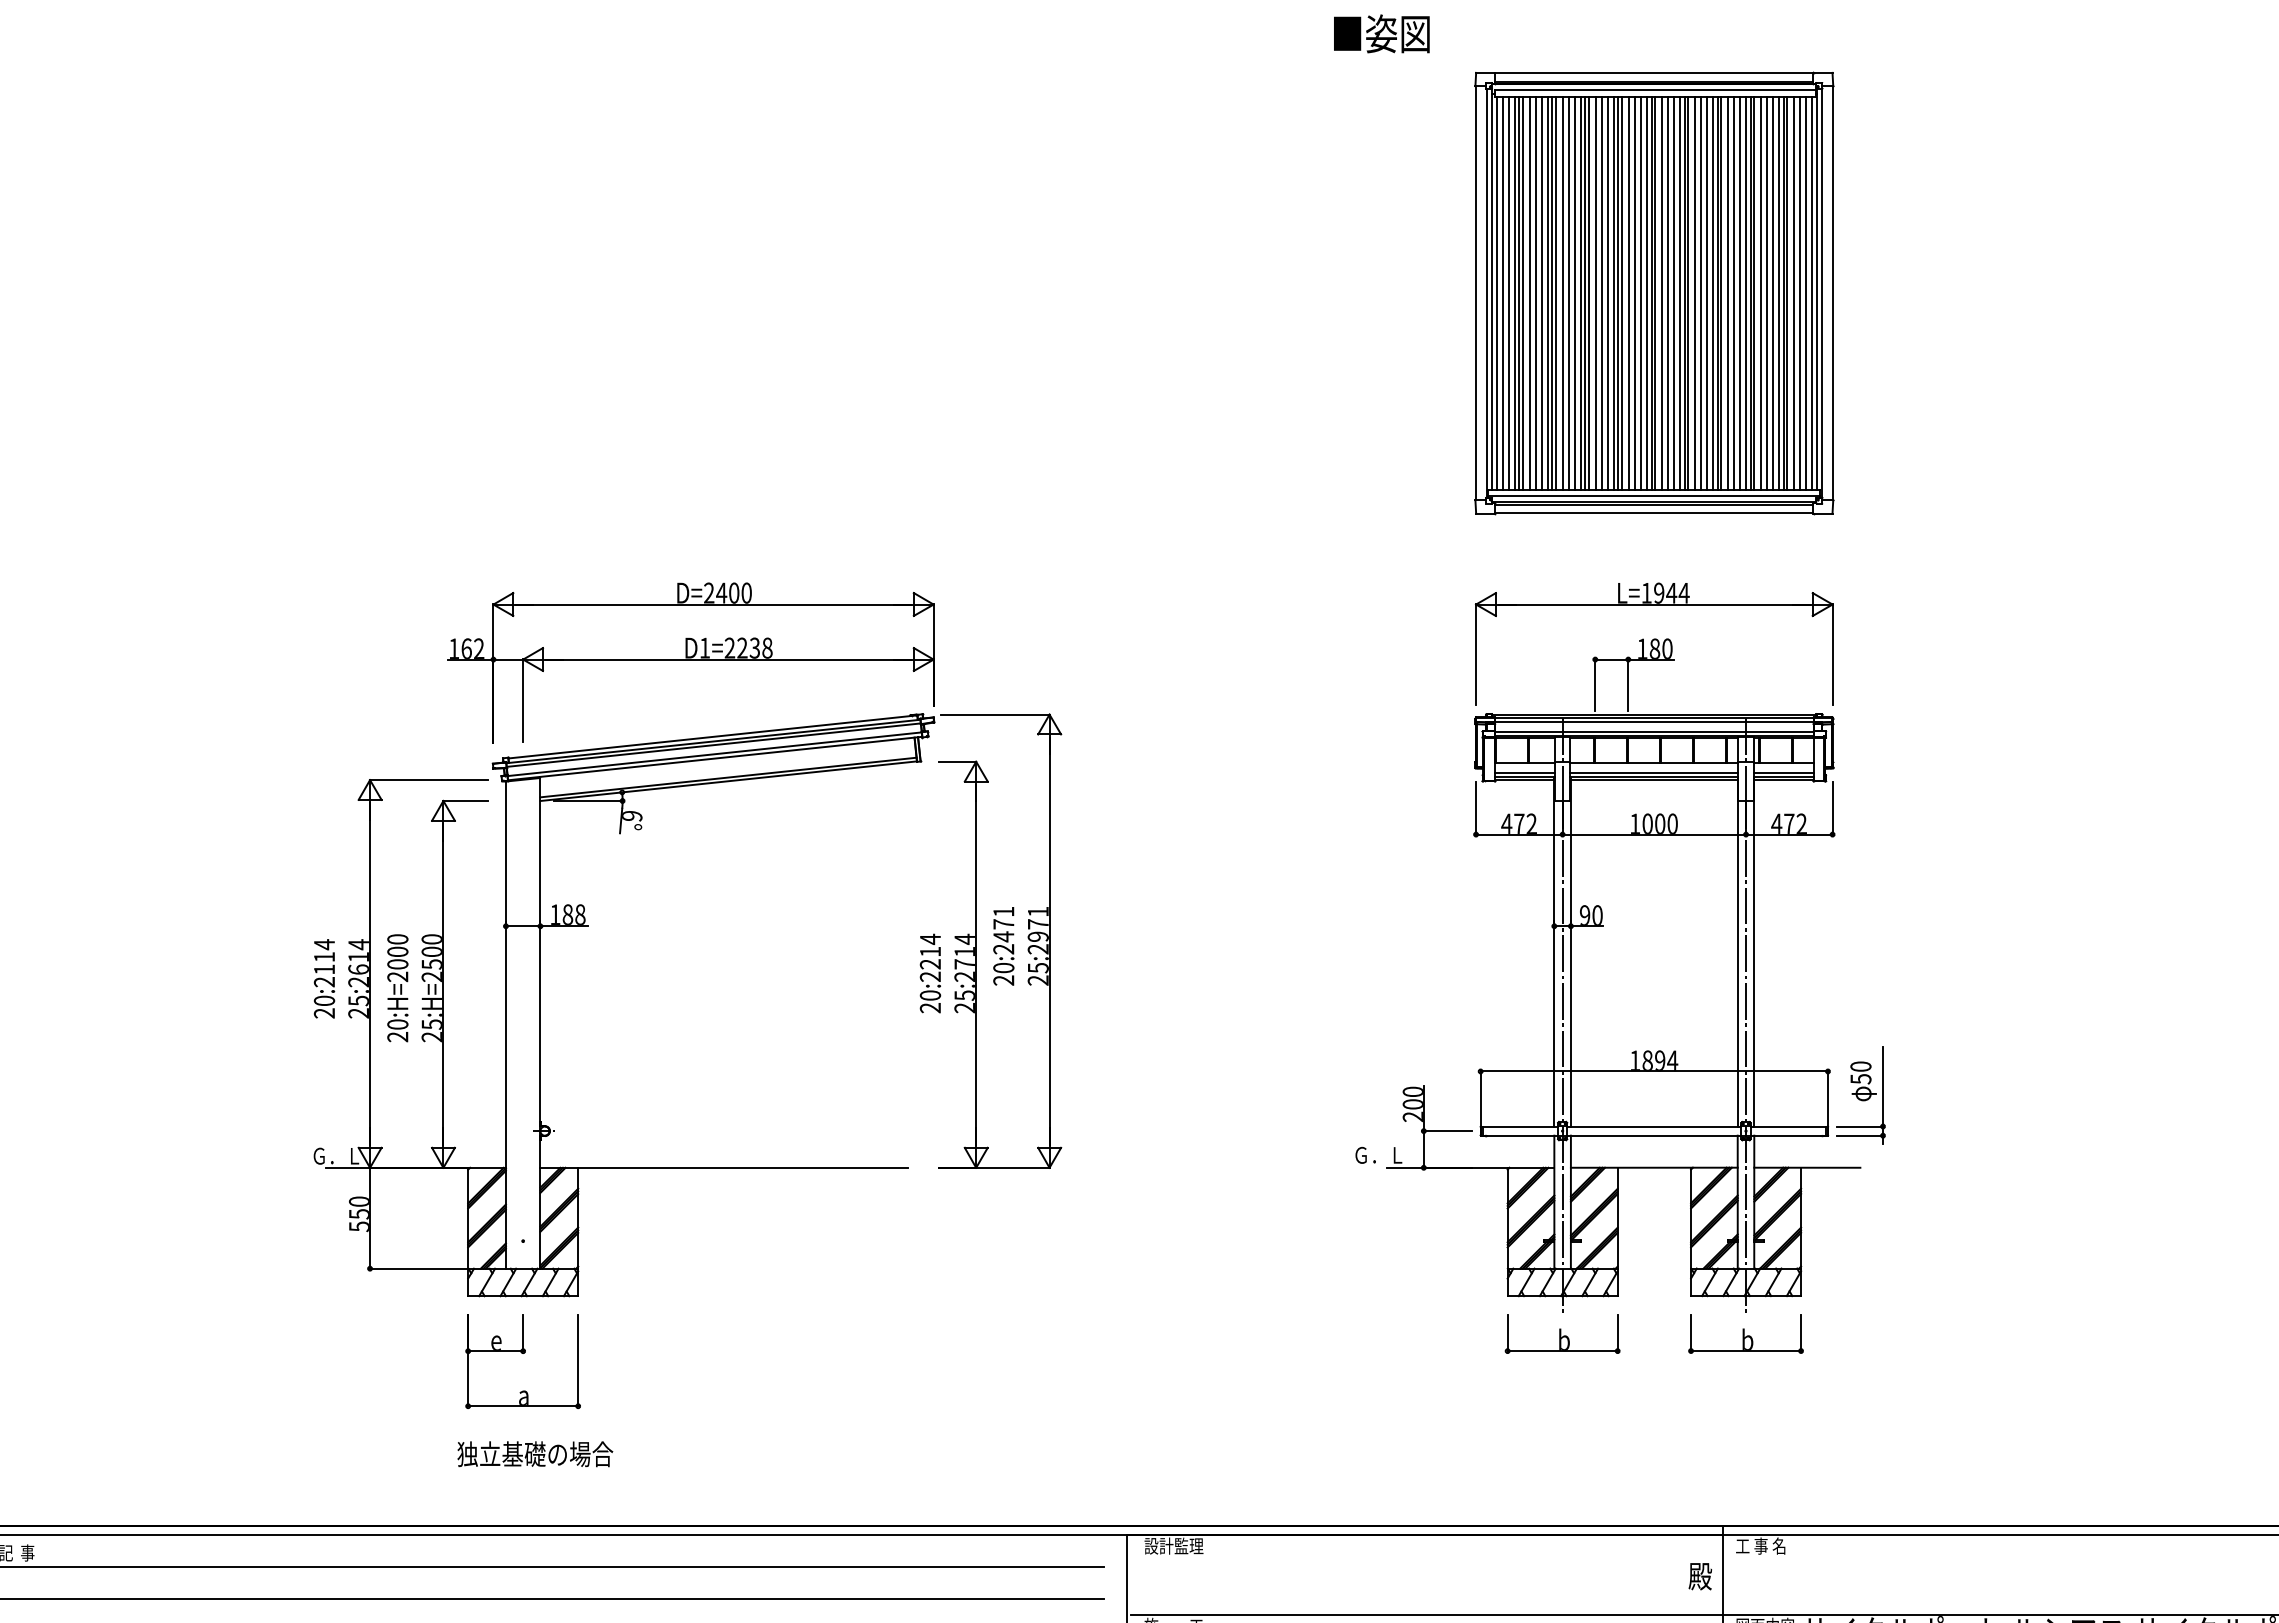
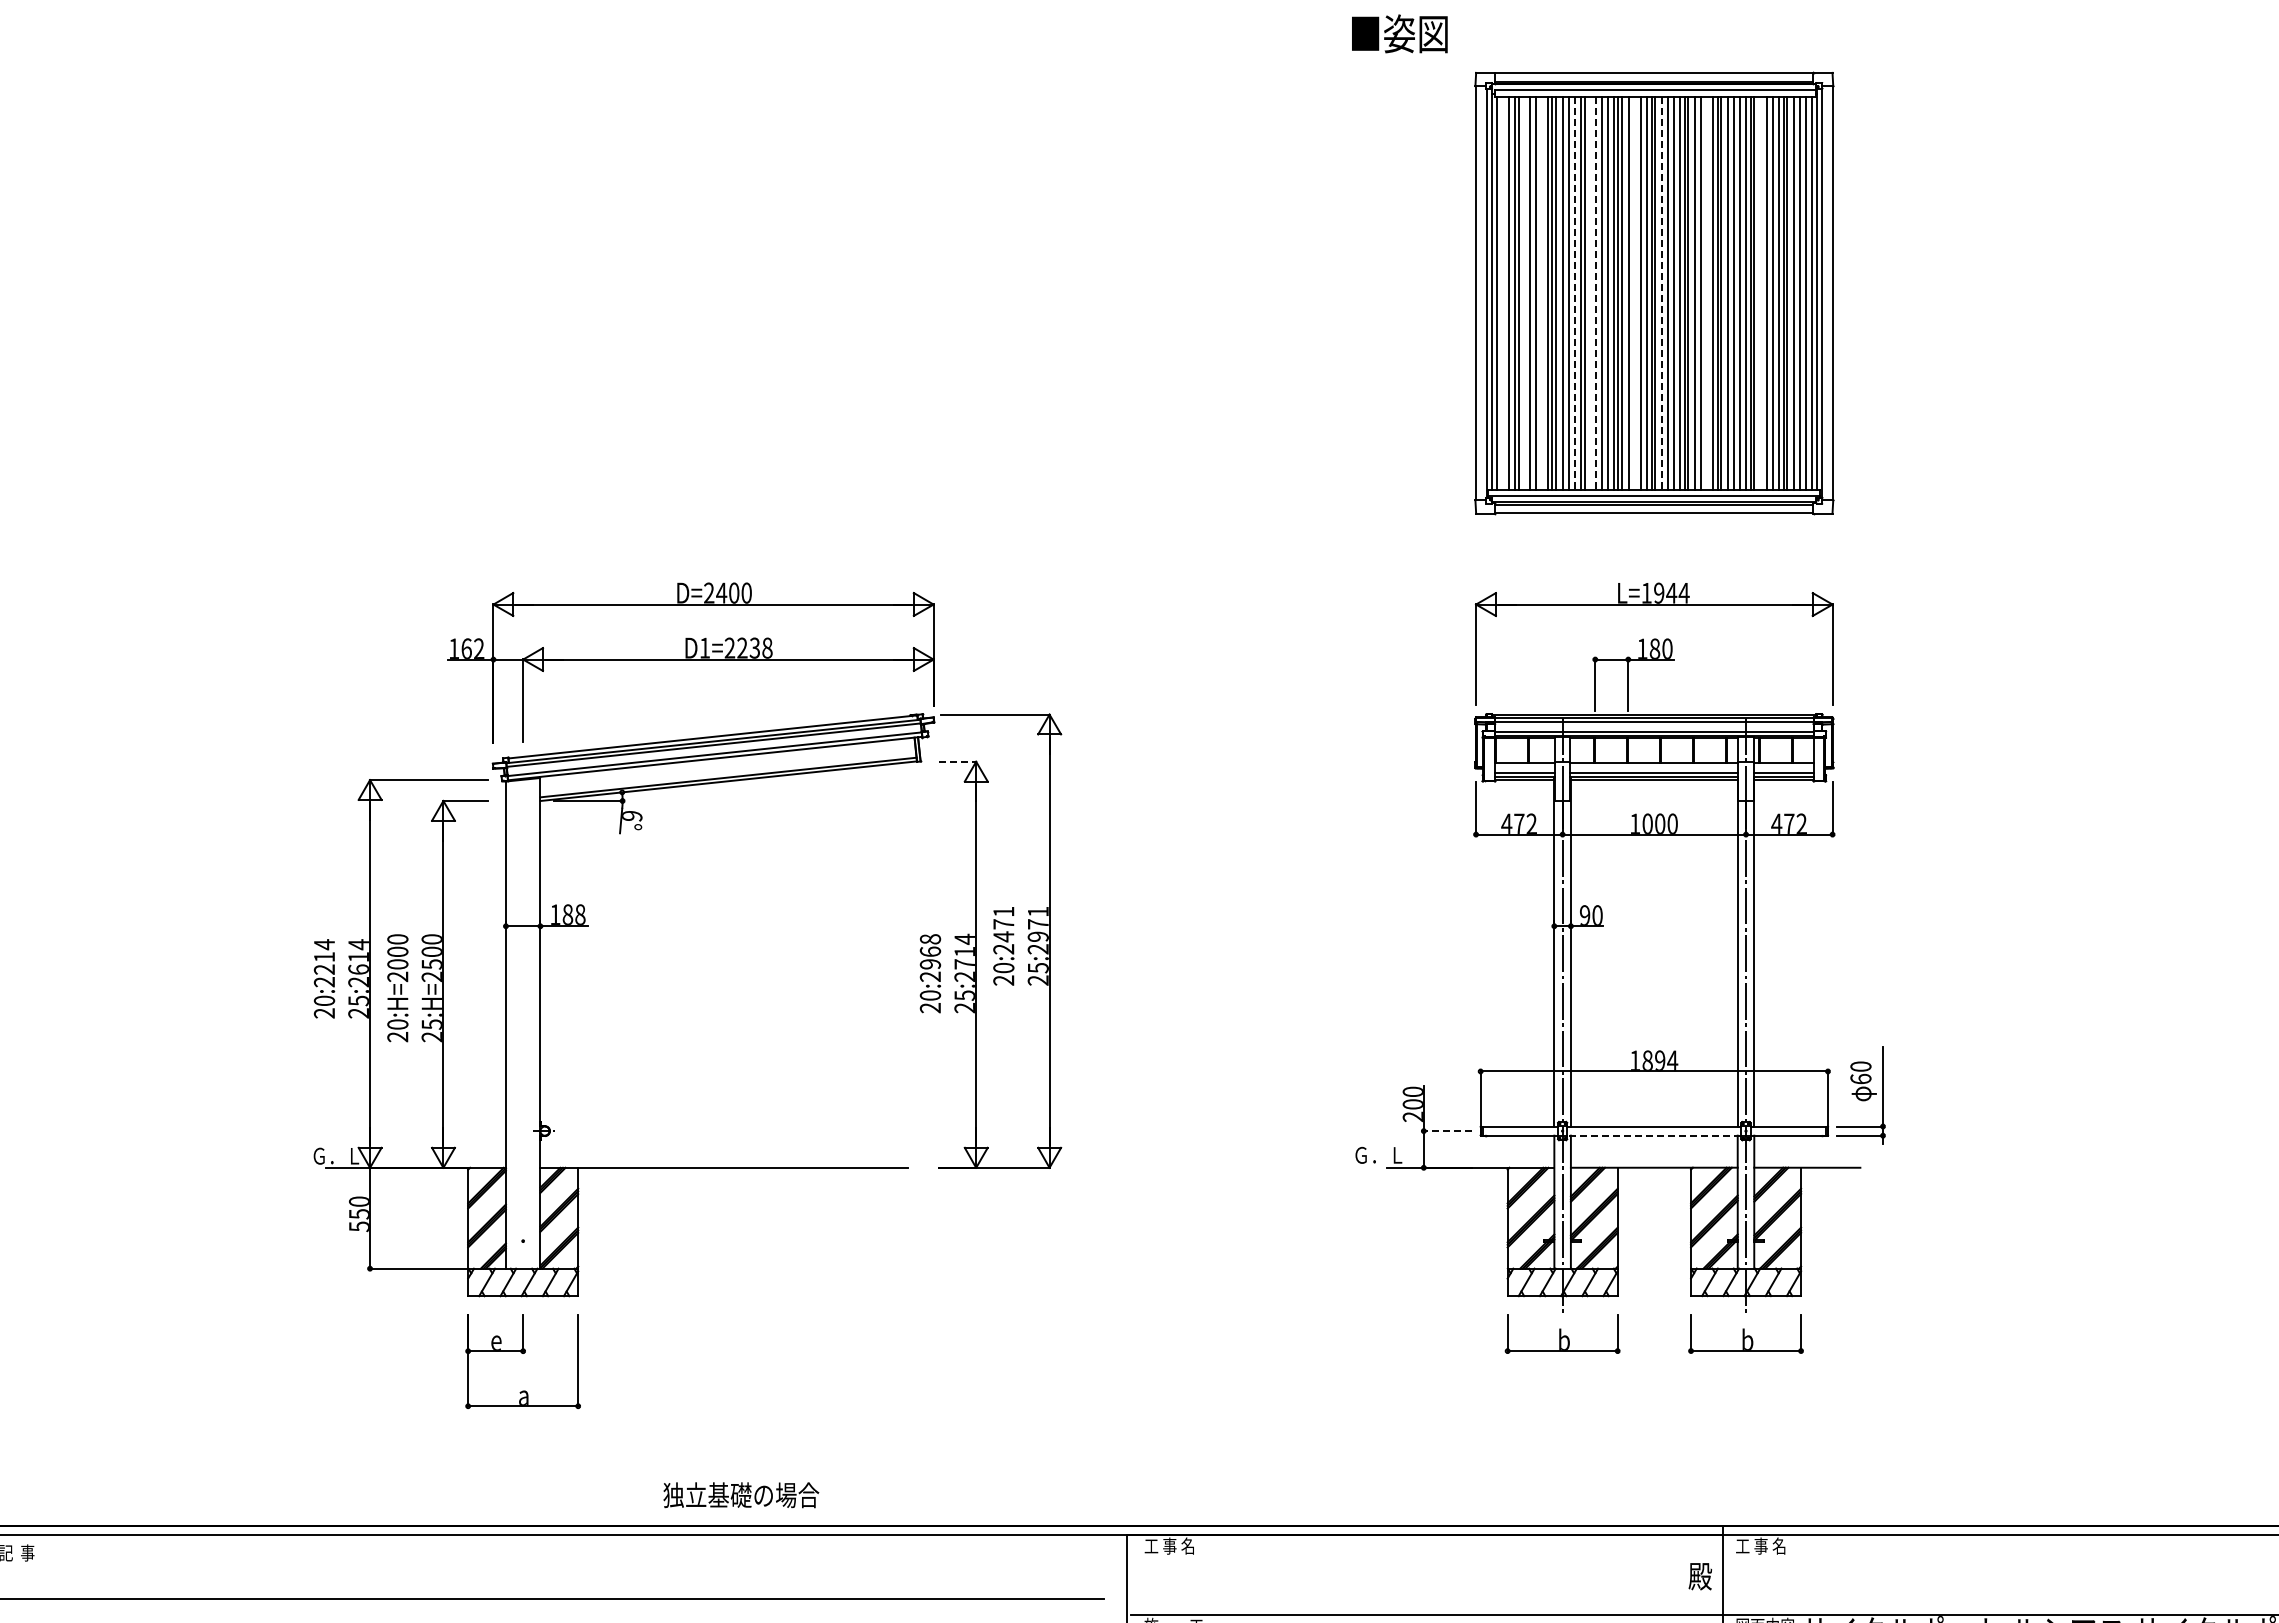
text at (1381, 33) position: (1381, 33) -> (1399, 33)
line at (1503, 292): present -> none
line at (1522, 292): present -> none
line at (1541, 292): present -> none
line at (1588, 292): present -> none
line at (1635, 292): present -> none
line at (1706, 292): present -> none
line at (1760, 292): present -> none
line at (1574, 293): solid -> dashed
line at (1595, 293): solid -> dashed
line at (1661, 293): solid -> dashed
line at (957, 761): solid -> dashed
text at (930, 951): 20:2214 -> 20:2968
text at (323, 969): 20:2114 -> 20:2214
text at (1860, 1078): 50 -> 60
line at (1447, 1131): solid -> dashed
line at (1653, 1135): solid -> dashed
text at (535, 1454) position: (535, 1454) -> (741, 1495)
text at (1173, 1545): 設計監理 -> 工 事 名
line at (553, 1566): present -> none
